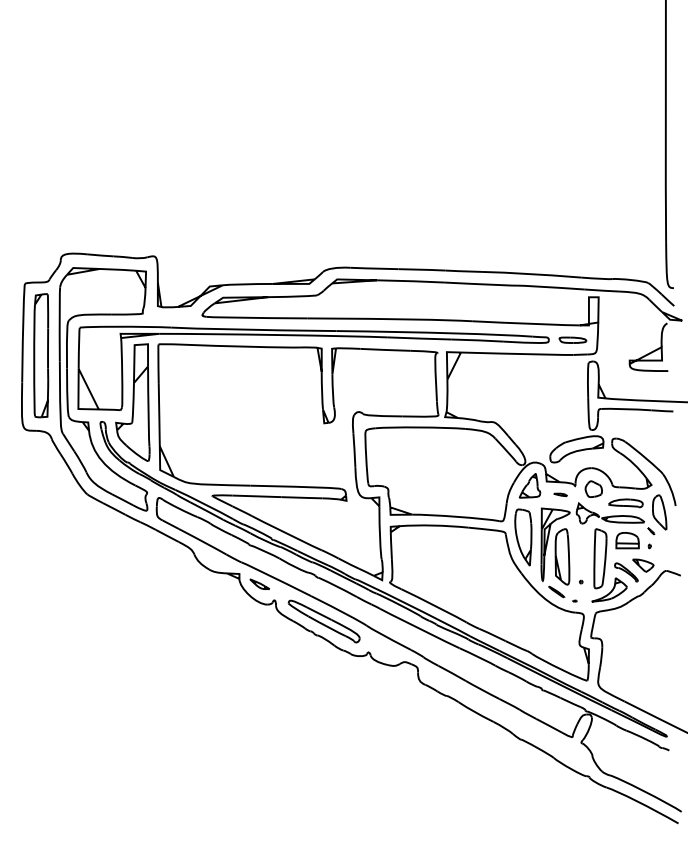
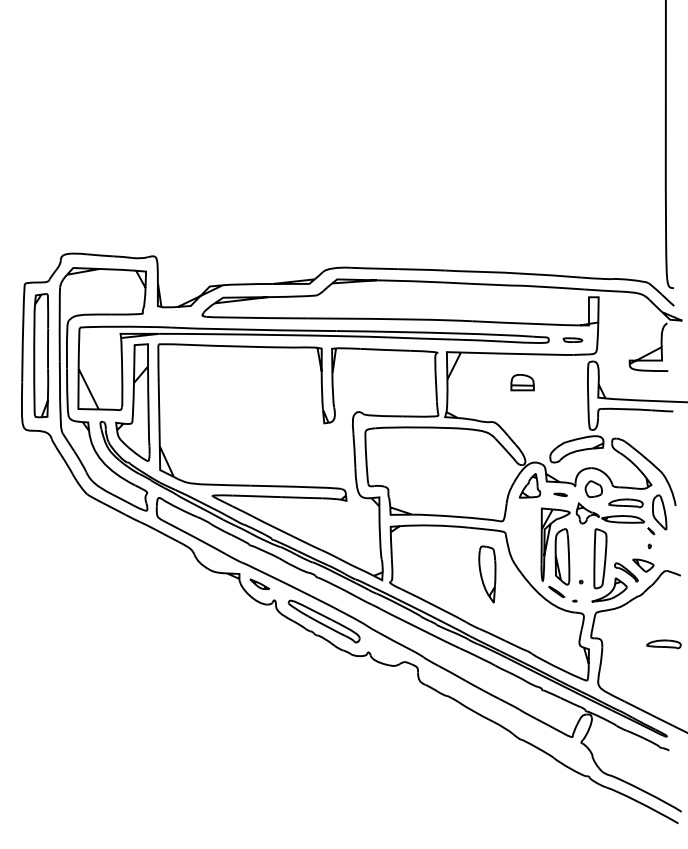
part at (572, 339) size: 30x8 px -> 22x6 px
part at (523, 537) position: (523, 537) -> (487, 574)
part at (627, 540) position: (627, 540) -> (522, 382)
part at (663, 644): none -> present
